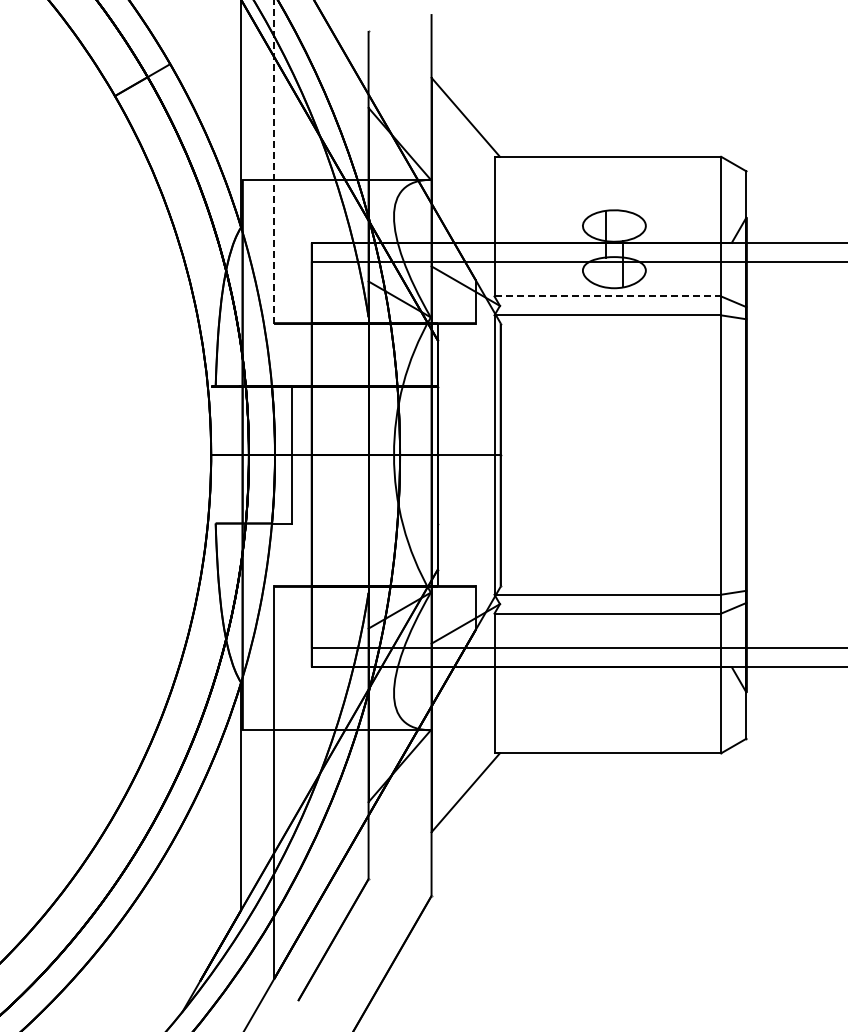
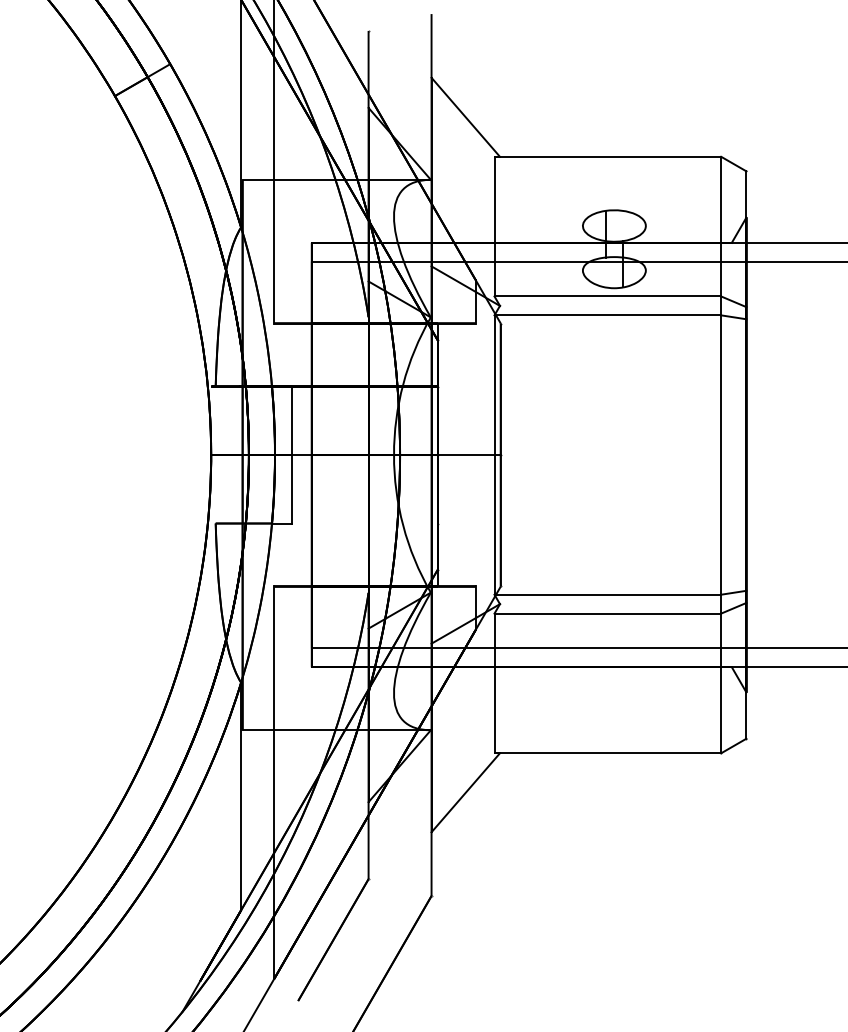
line at (274, 161): dashed -> solid
line at (608, 296): dashed -> solid
